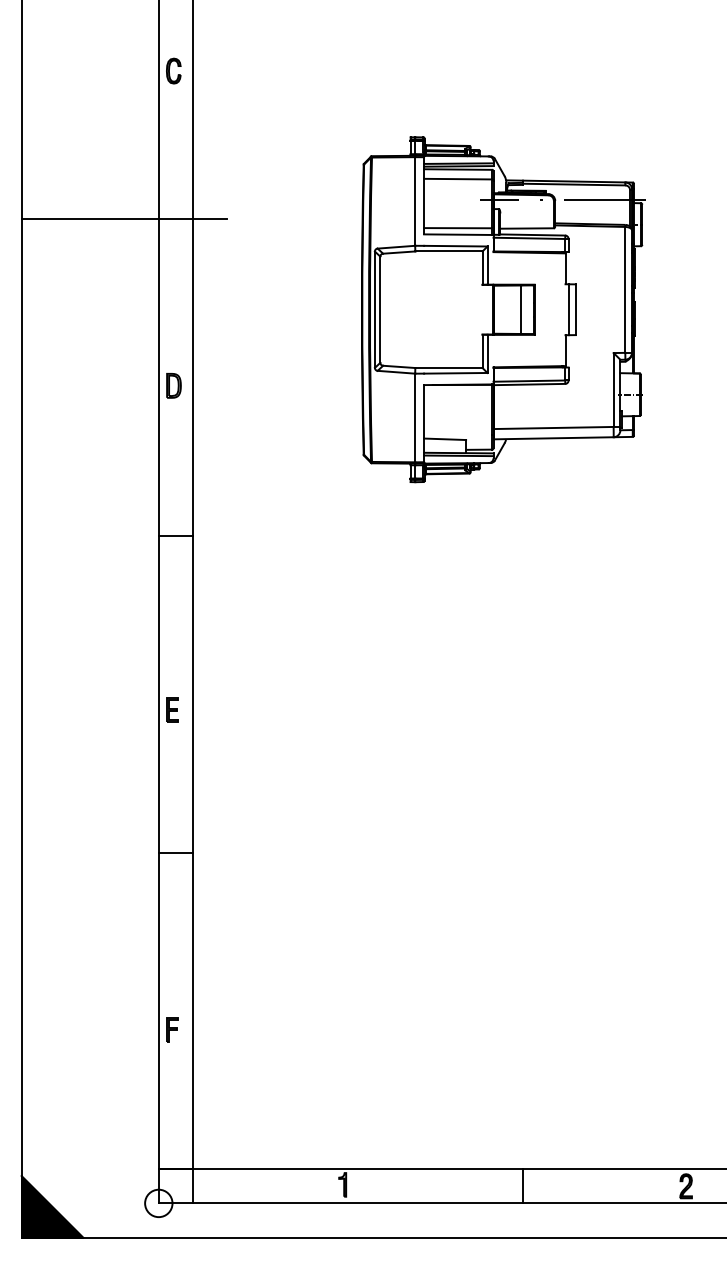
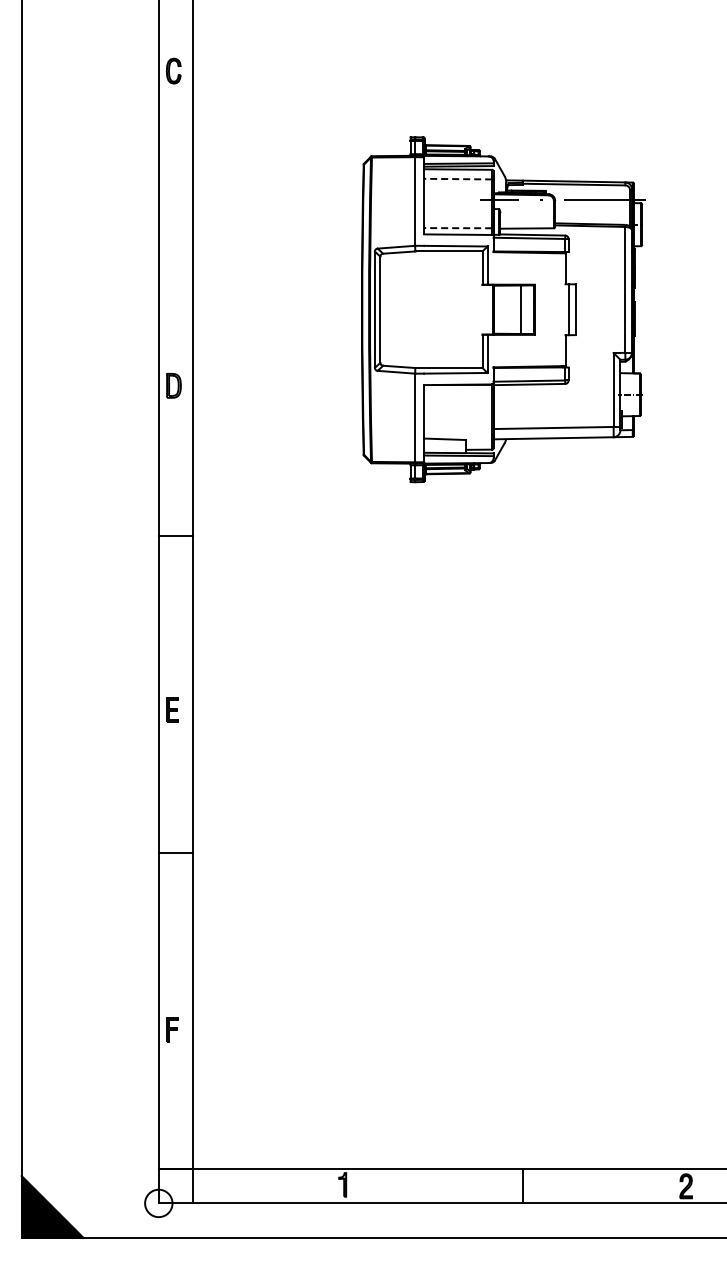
line at (457, 179): solid -> dashed
line at (124, 219): present -> none
line at (457, 228): solid -> dashed
